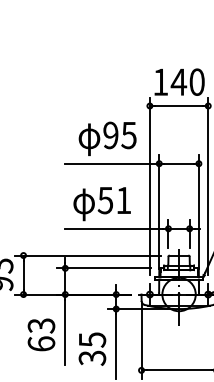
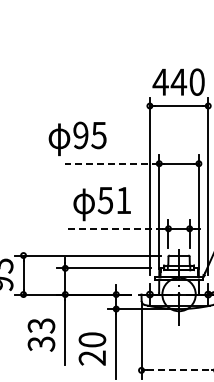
text at (160, 81): 140 -> 440
text at (107, 138) position: (107, 138) -> (77, 138)
line at (111, 163): solid -> dashed
line at (113, 228): solid -> dashed
text at (41, 343): 63 -> 33
text at (92, 348): 35 -> 20
line at (179, 370): solid -> dashed
